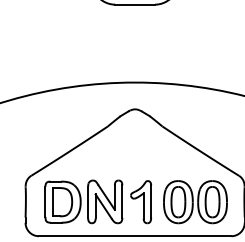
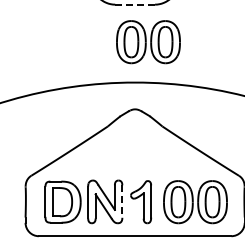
line at (135, 4): solid -> dashed
part at (148, 42): none -> present
line at (122, 202): solid -> dashed
